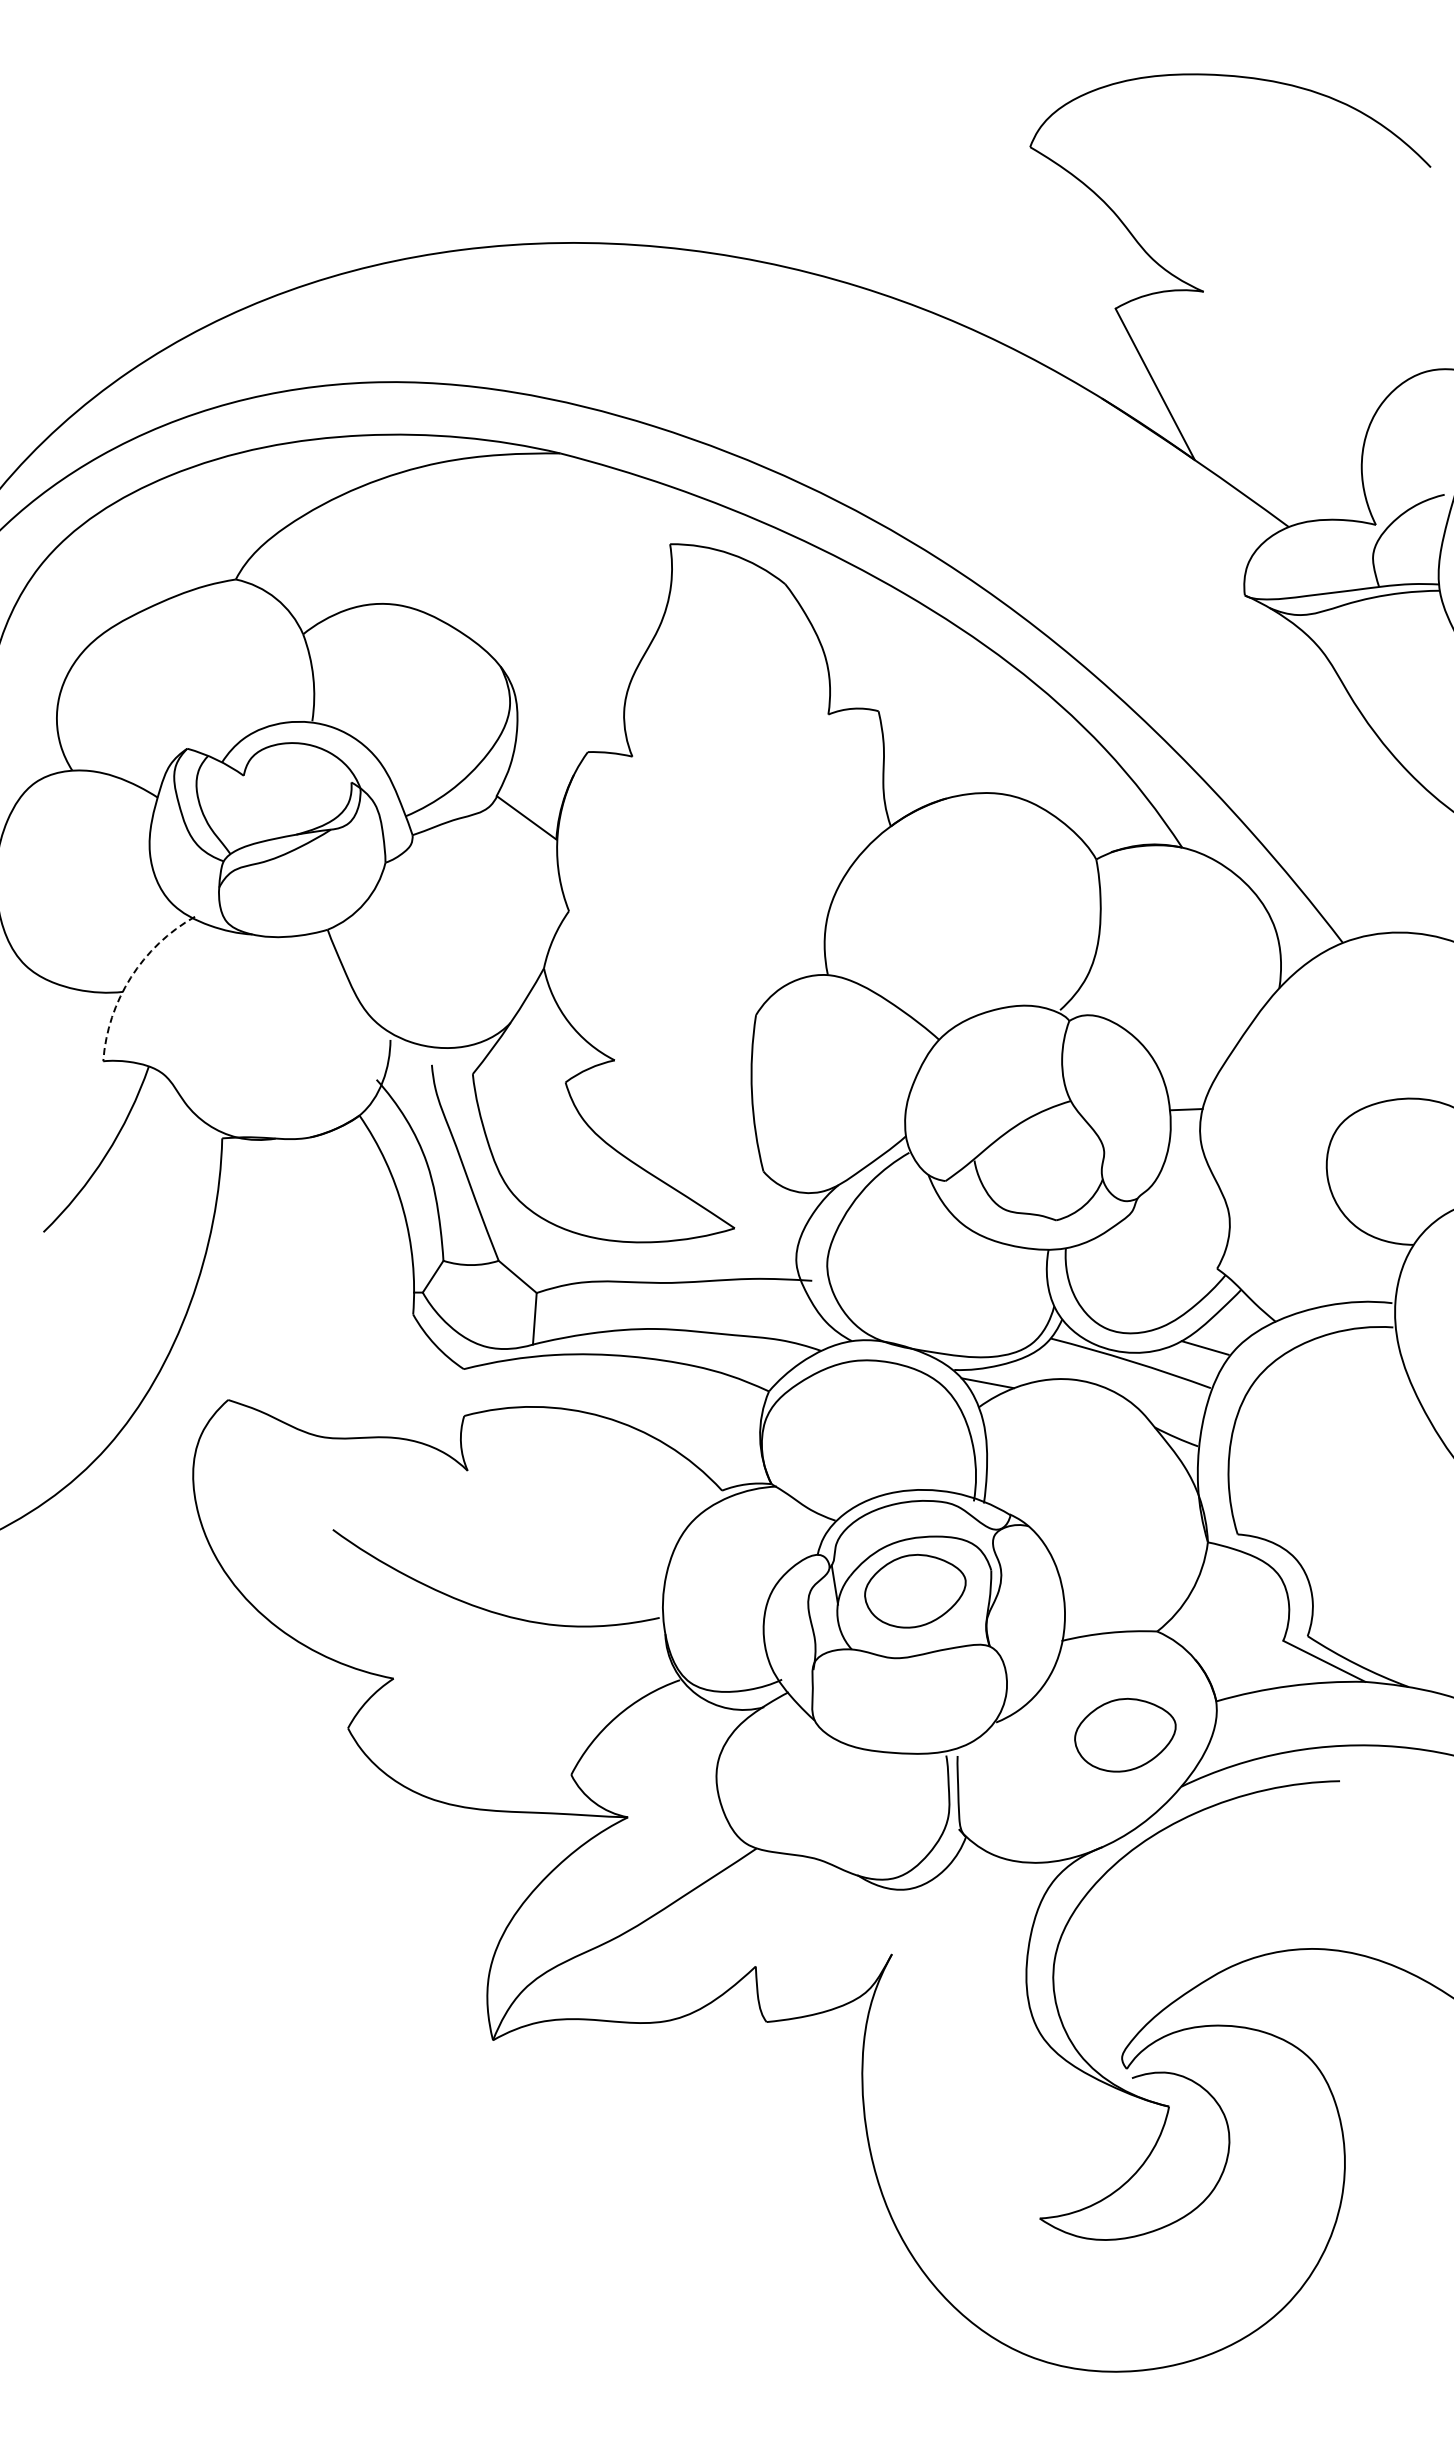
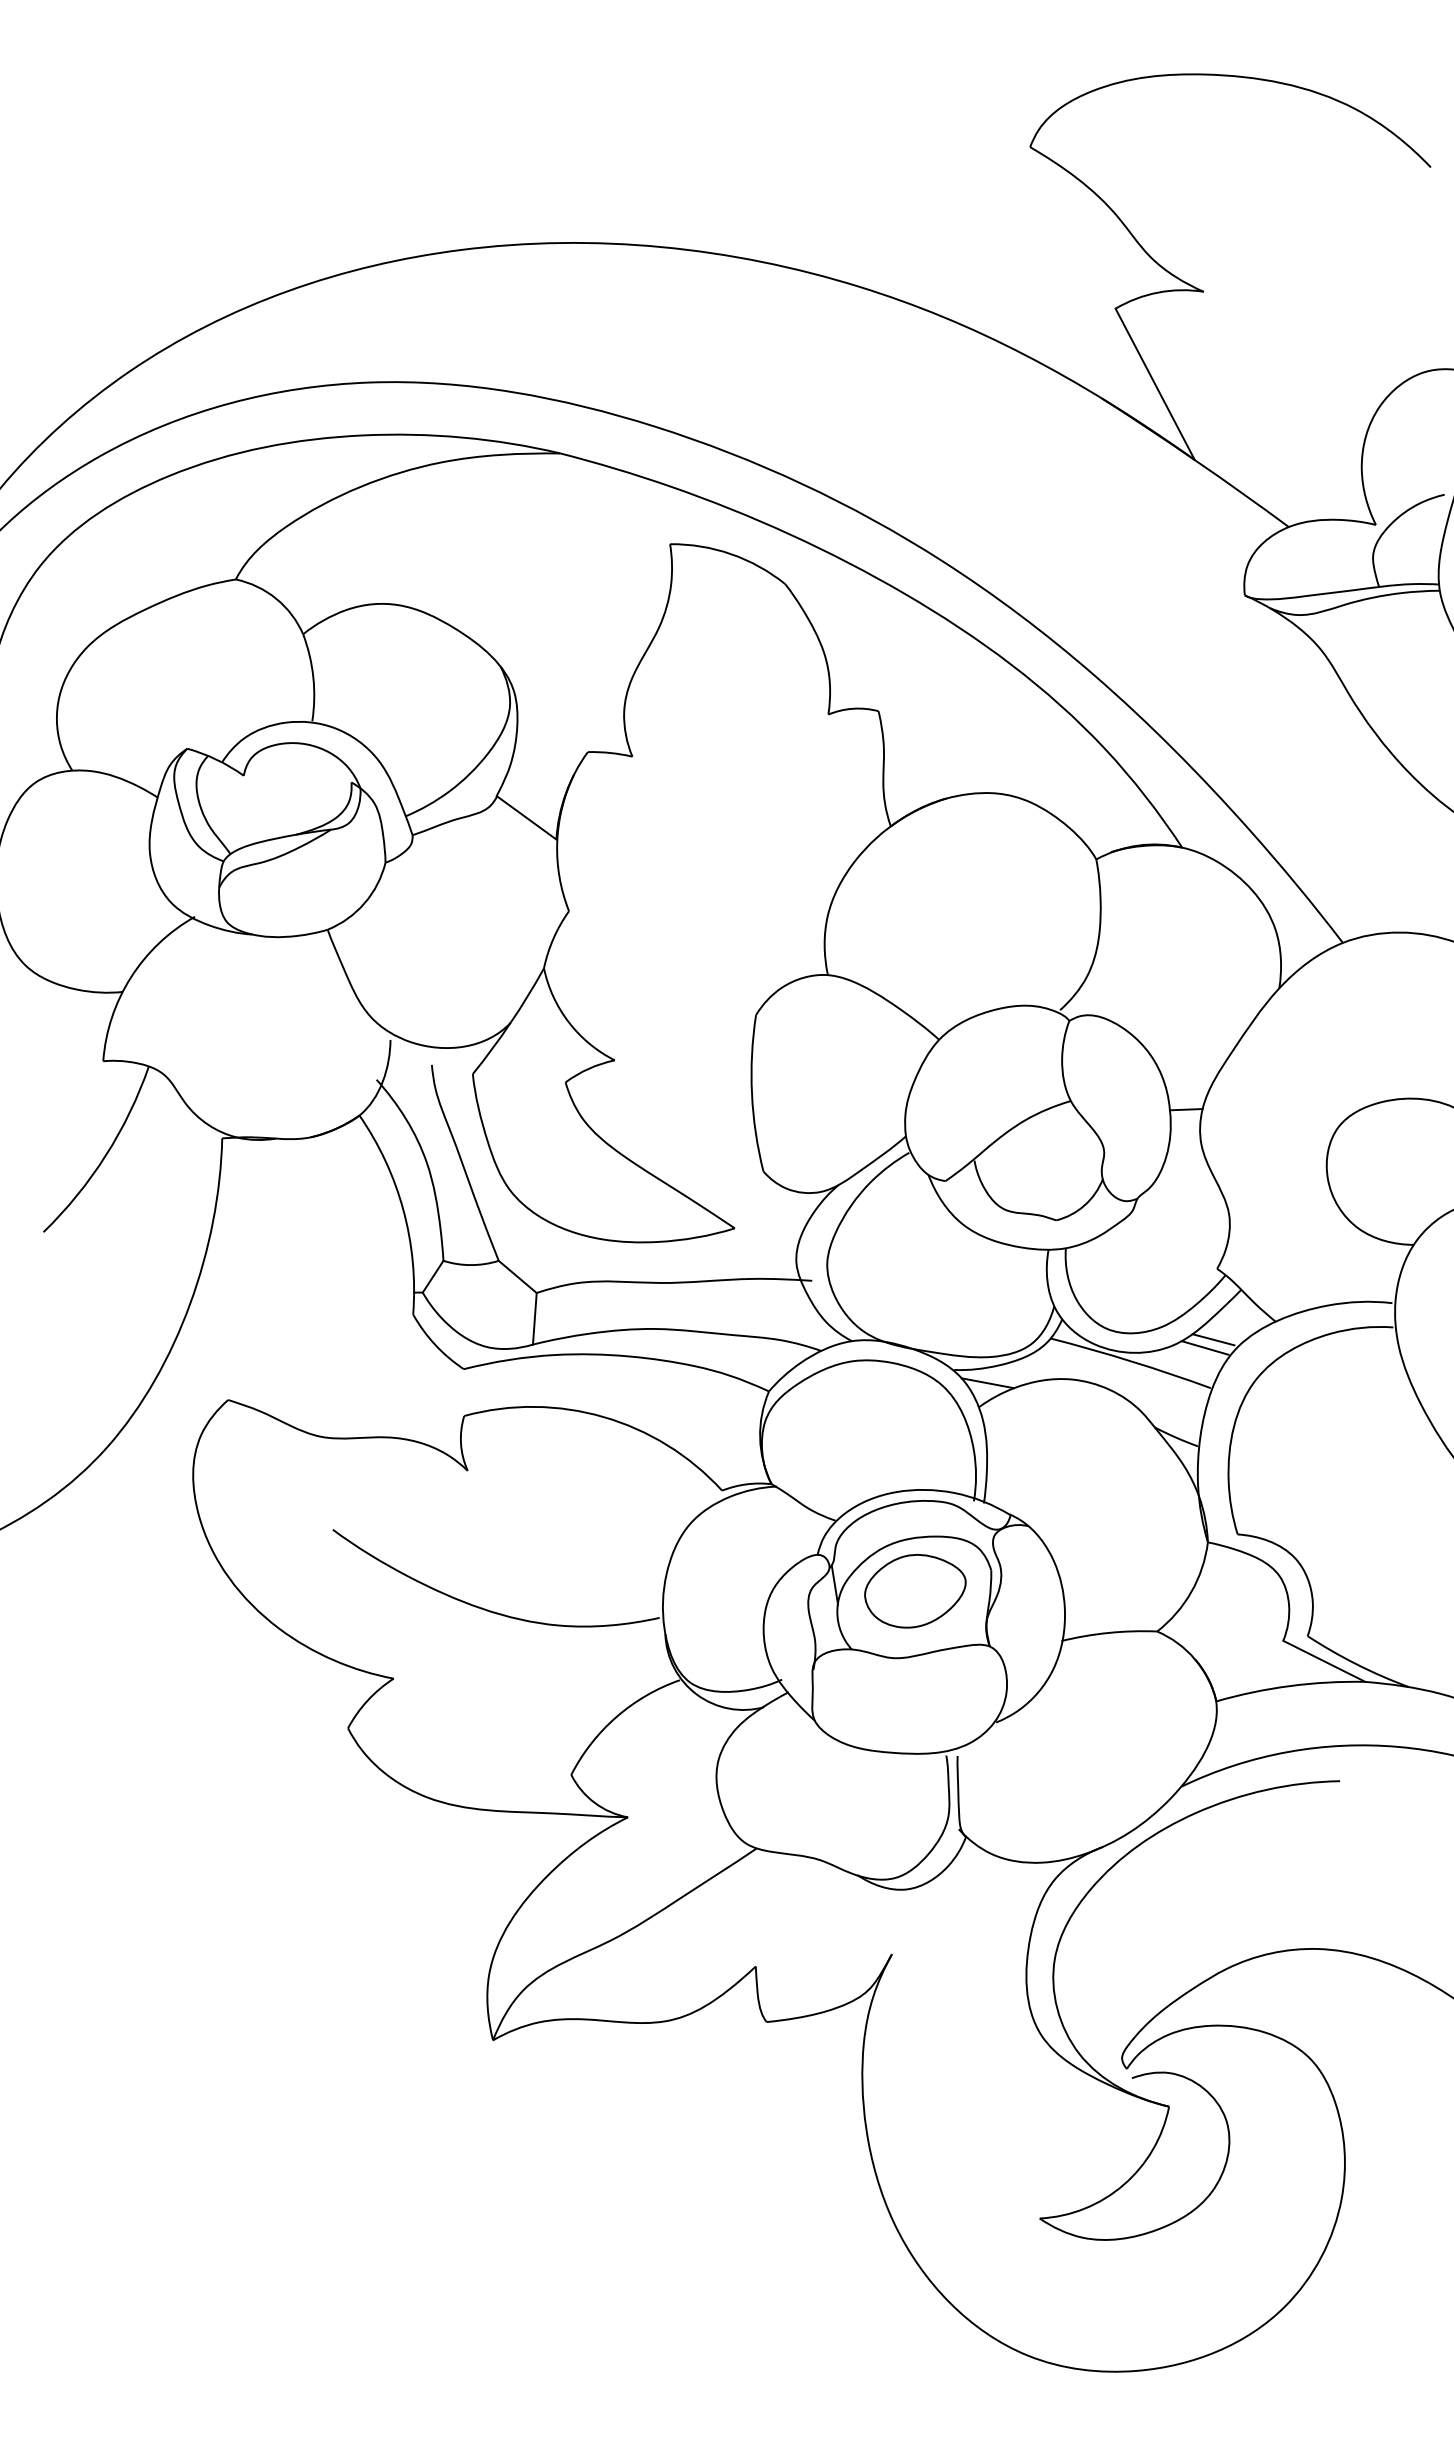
arc at (130, 977): dashed -> solid
line at (1213, 1339): none -> present
part at (1125, 1734): present -> none
